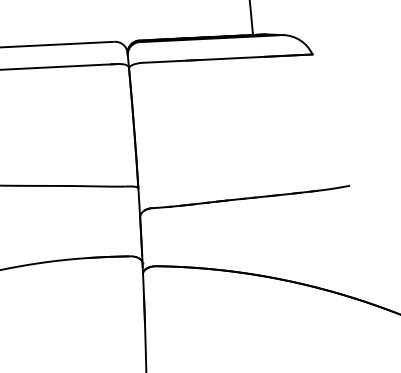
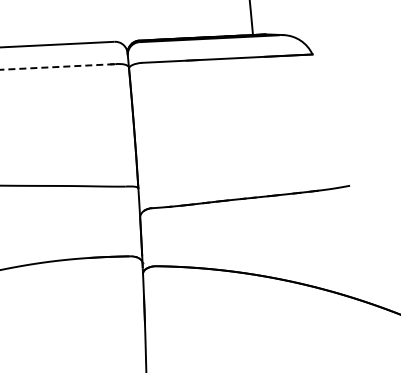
line at (57, 66): solid -> dashed
